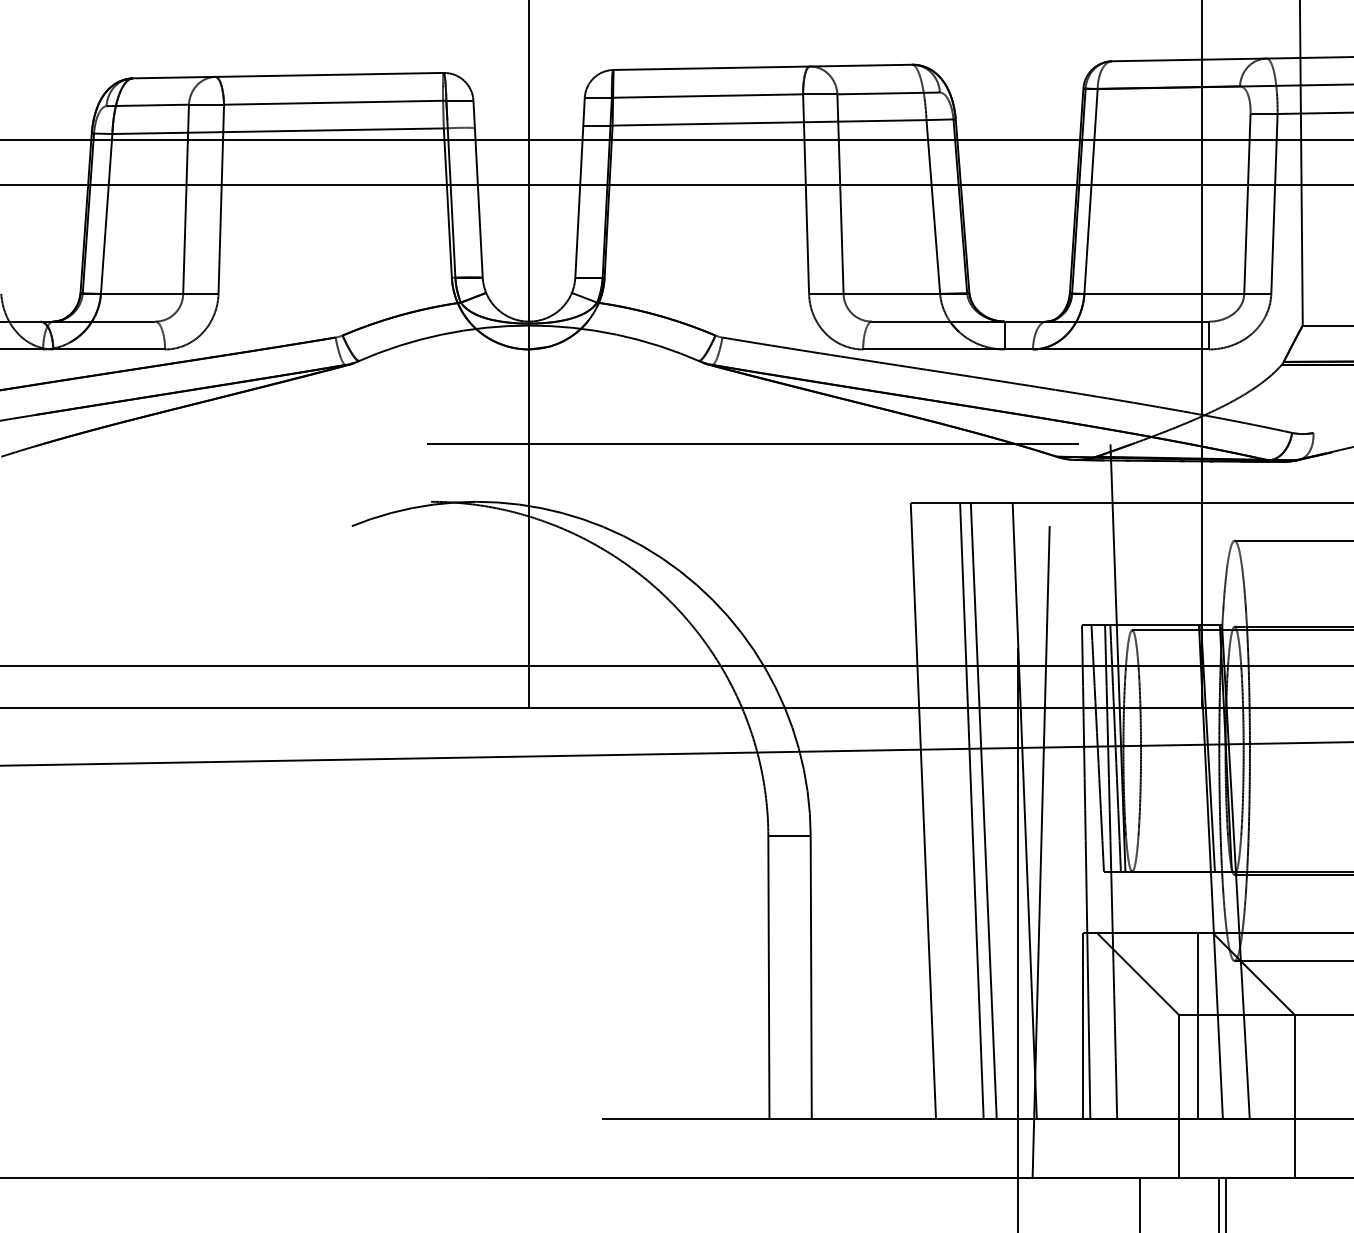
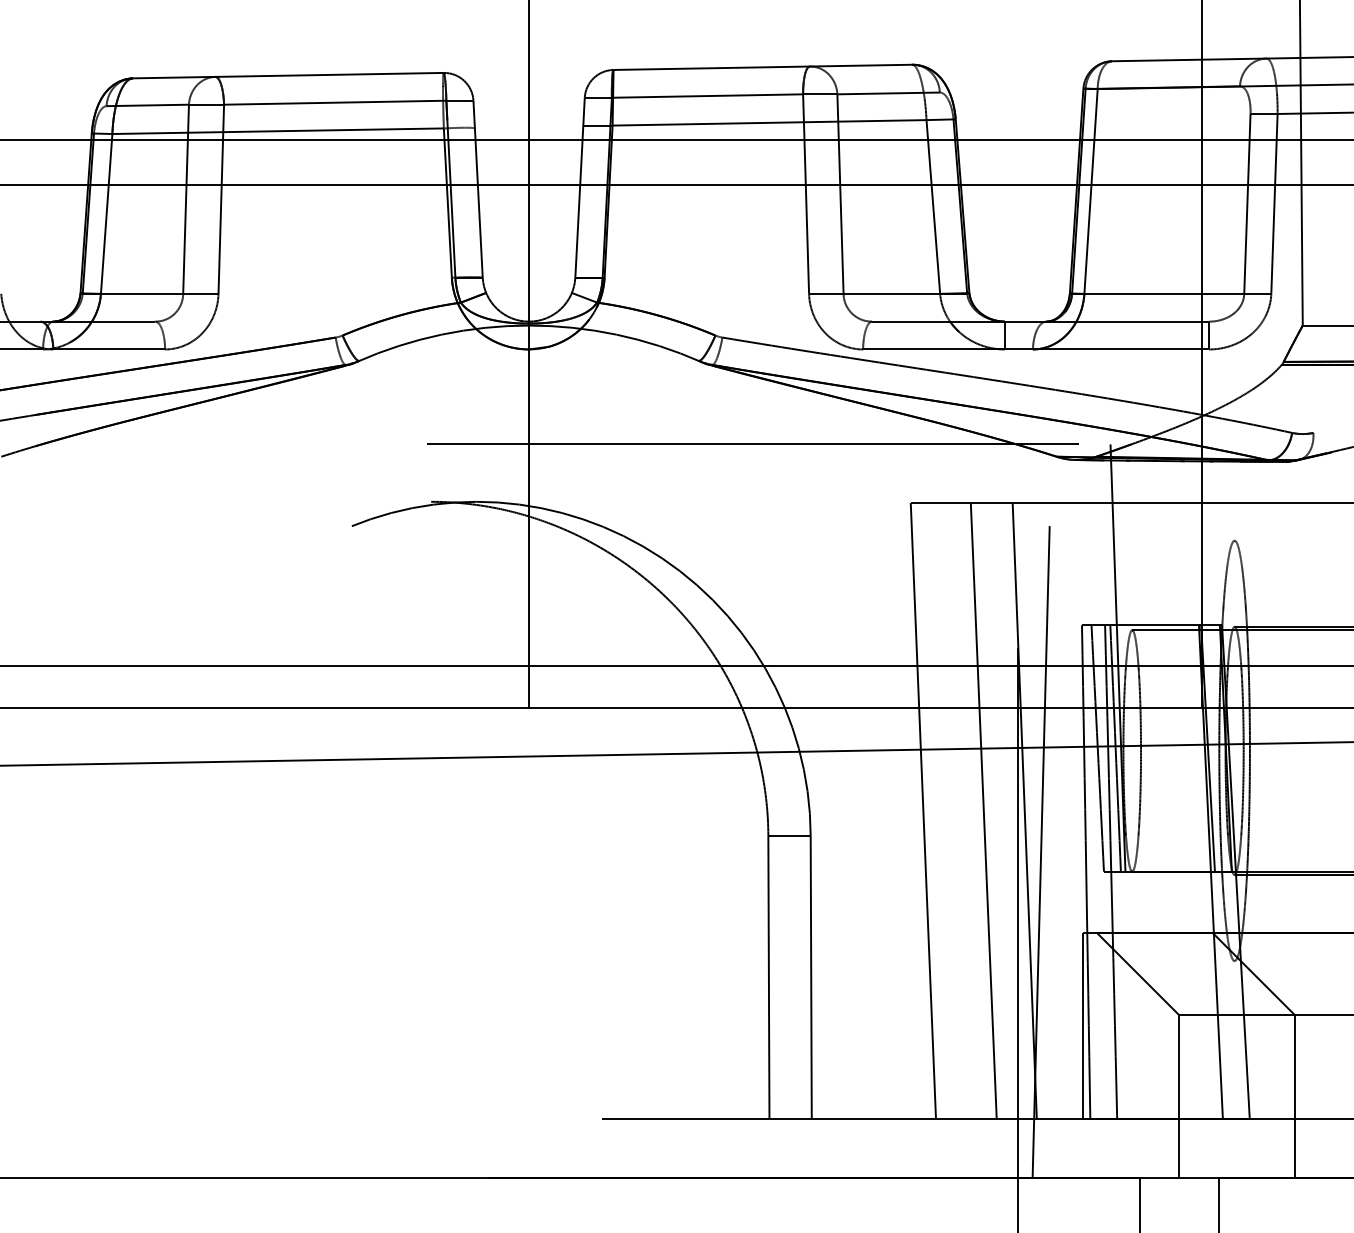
line at (1292, 540): present -> none
line at (971, 811): present -> none
line at (1292, 961): present -> none
line at (1198, 1026): present -> none
line at (1226, 1203): present -> none
